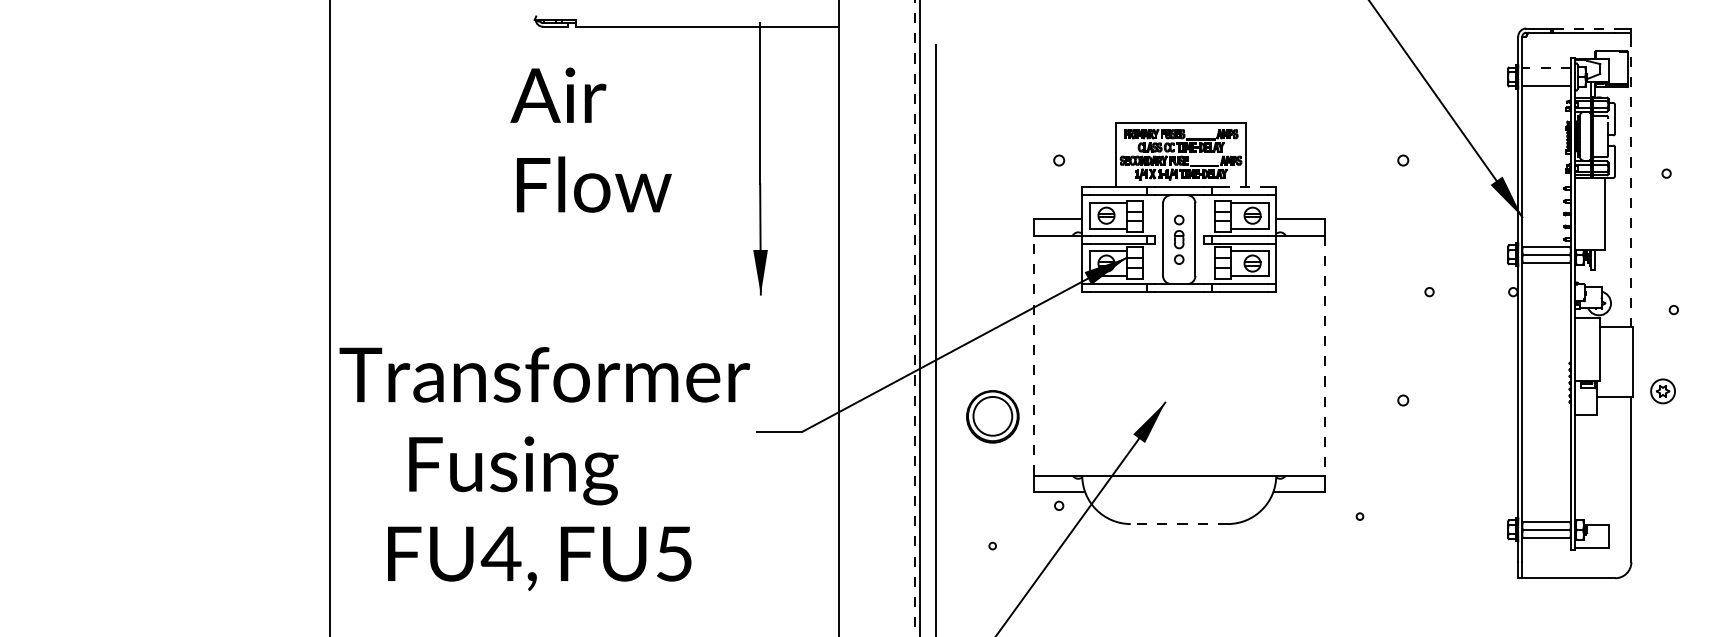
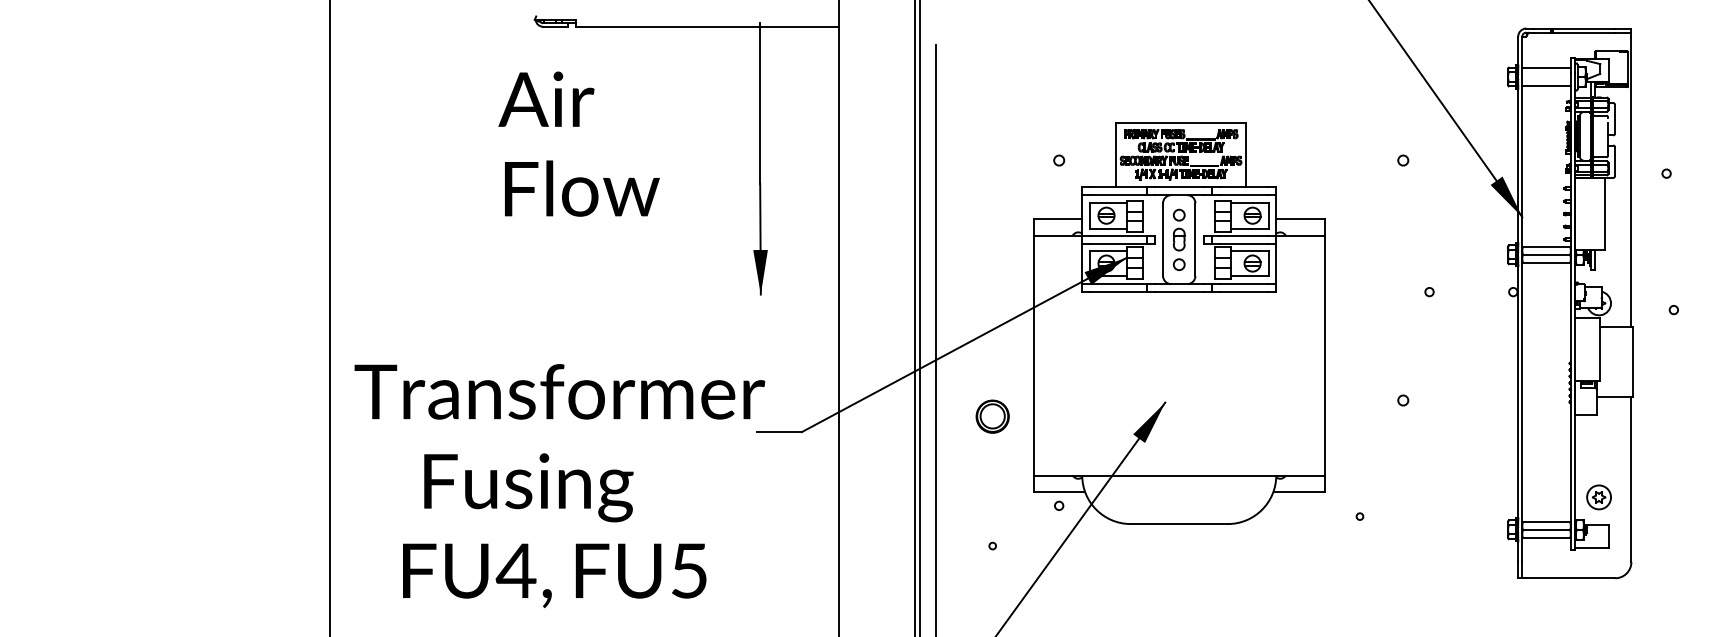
line at (1584, 28): dashed -> solid
line at (1546, 67): dashed -> solid
text at (590, 139) position: (590, 139) -> (578, 143)
line at (1631, 182): dashed -> solid
line at (1244, 187): dashed -> solid
part at (1179, 239) size: 11x51 px -> 14x63 px
line at (914, 318): dashed -> solid
line at (1033, 355): dashed -> solid
line at (1324, 355): dashed -> solid
part at (1662, 391) position: (1662, 391) -> (1598, 497)
part at (992, 416) size: 54x54 px -> 35x35 px
text at (544, 468) position: (544, 468) -> (559, 485)
line at (1179, 524): dashed -> solid
